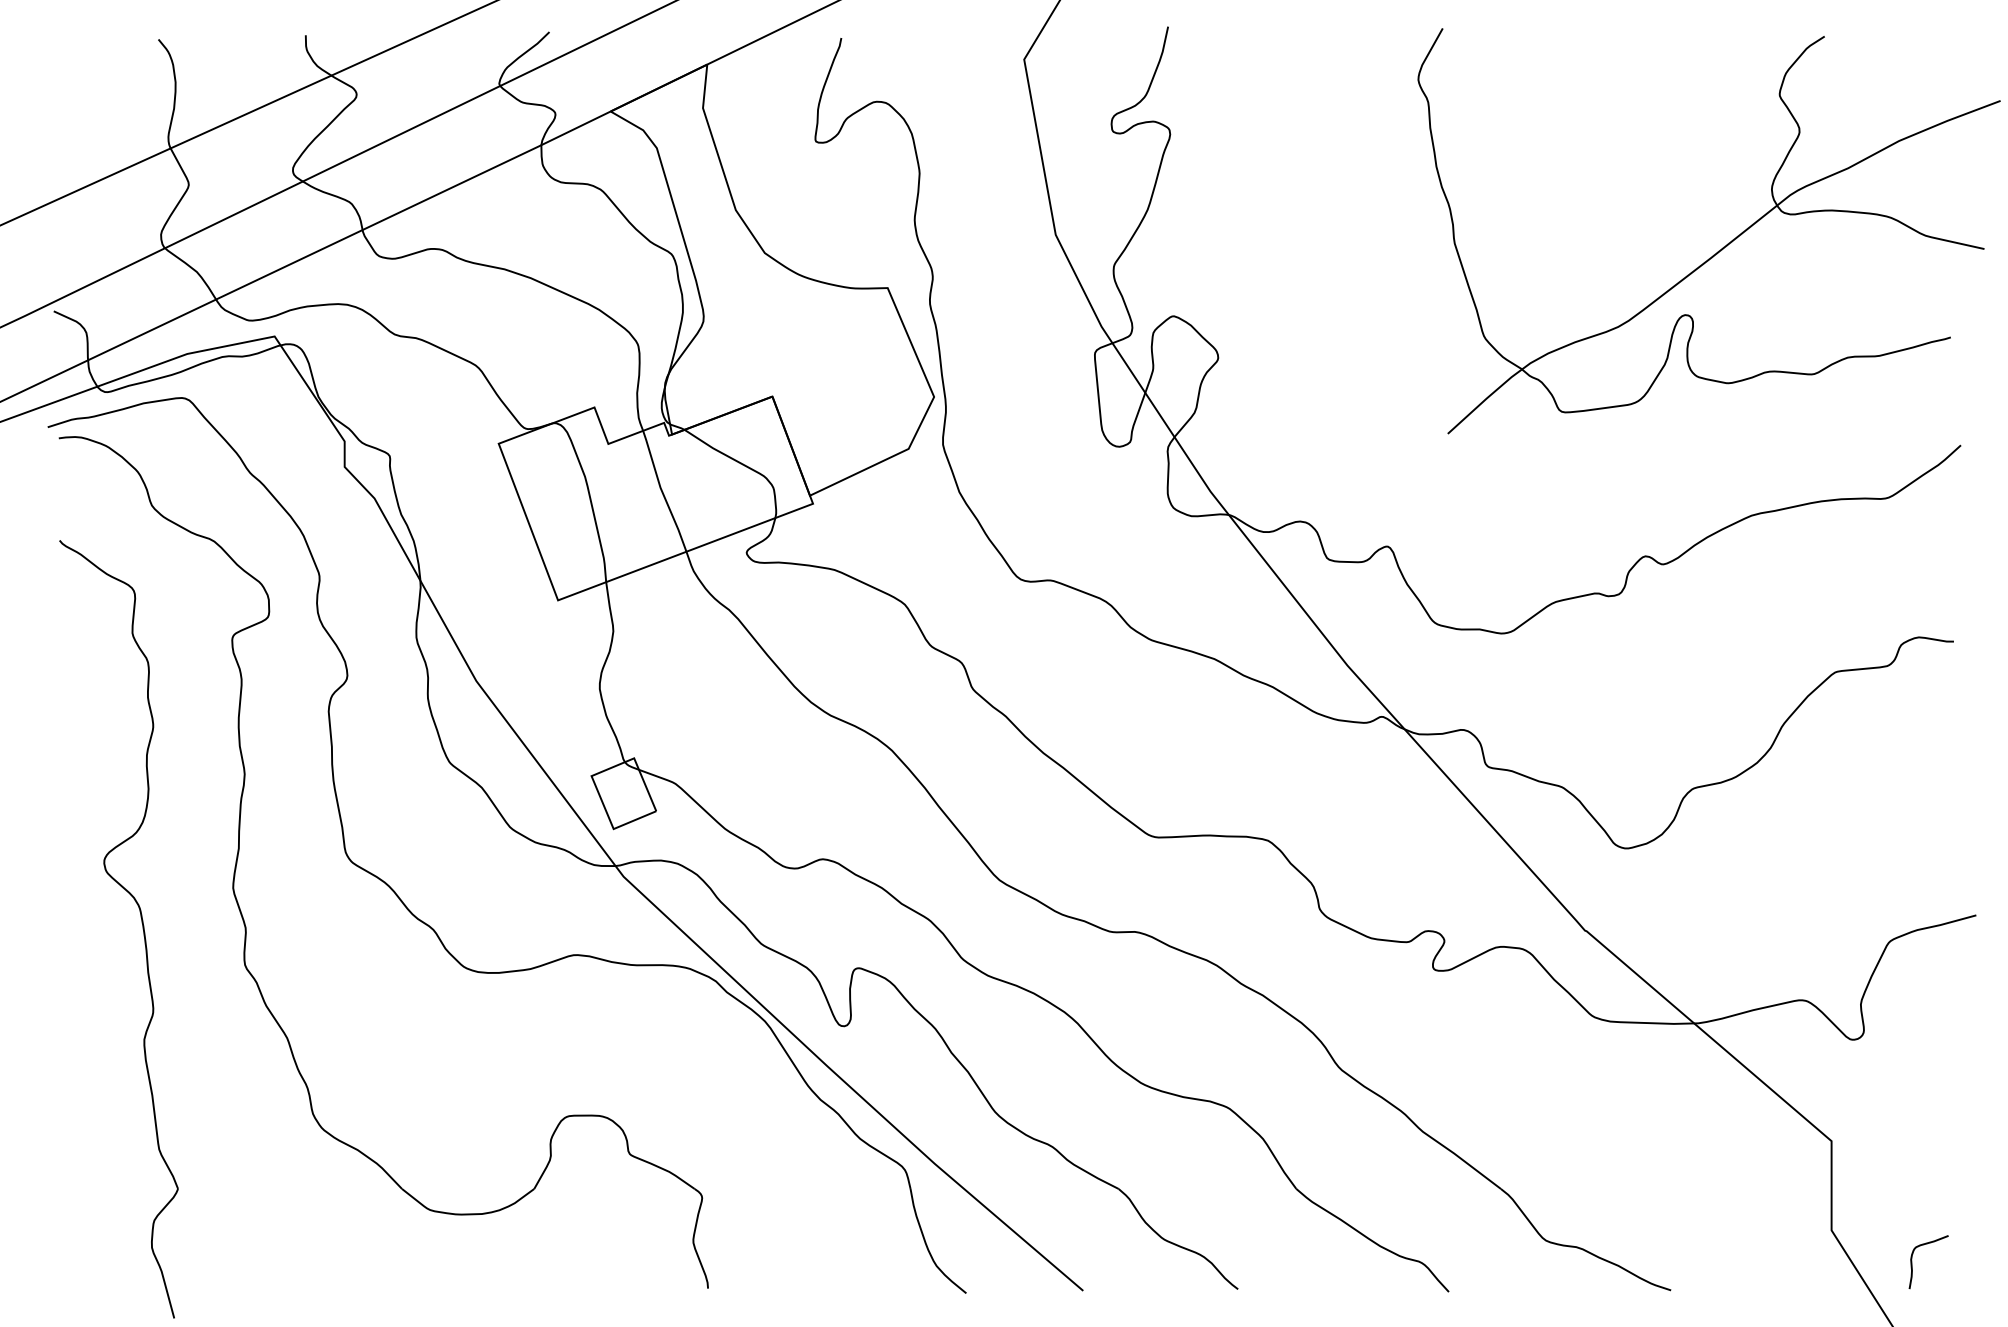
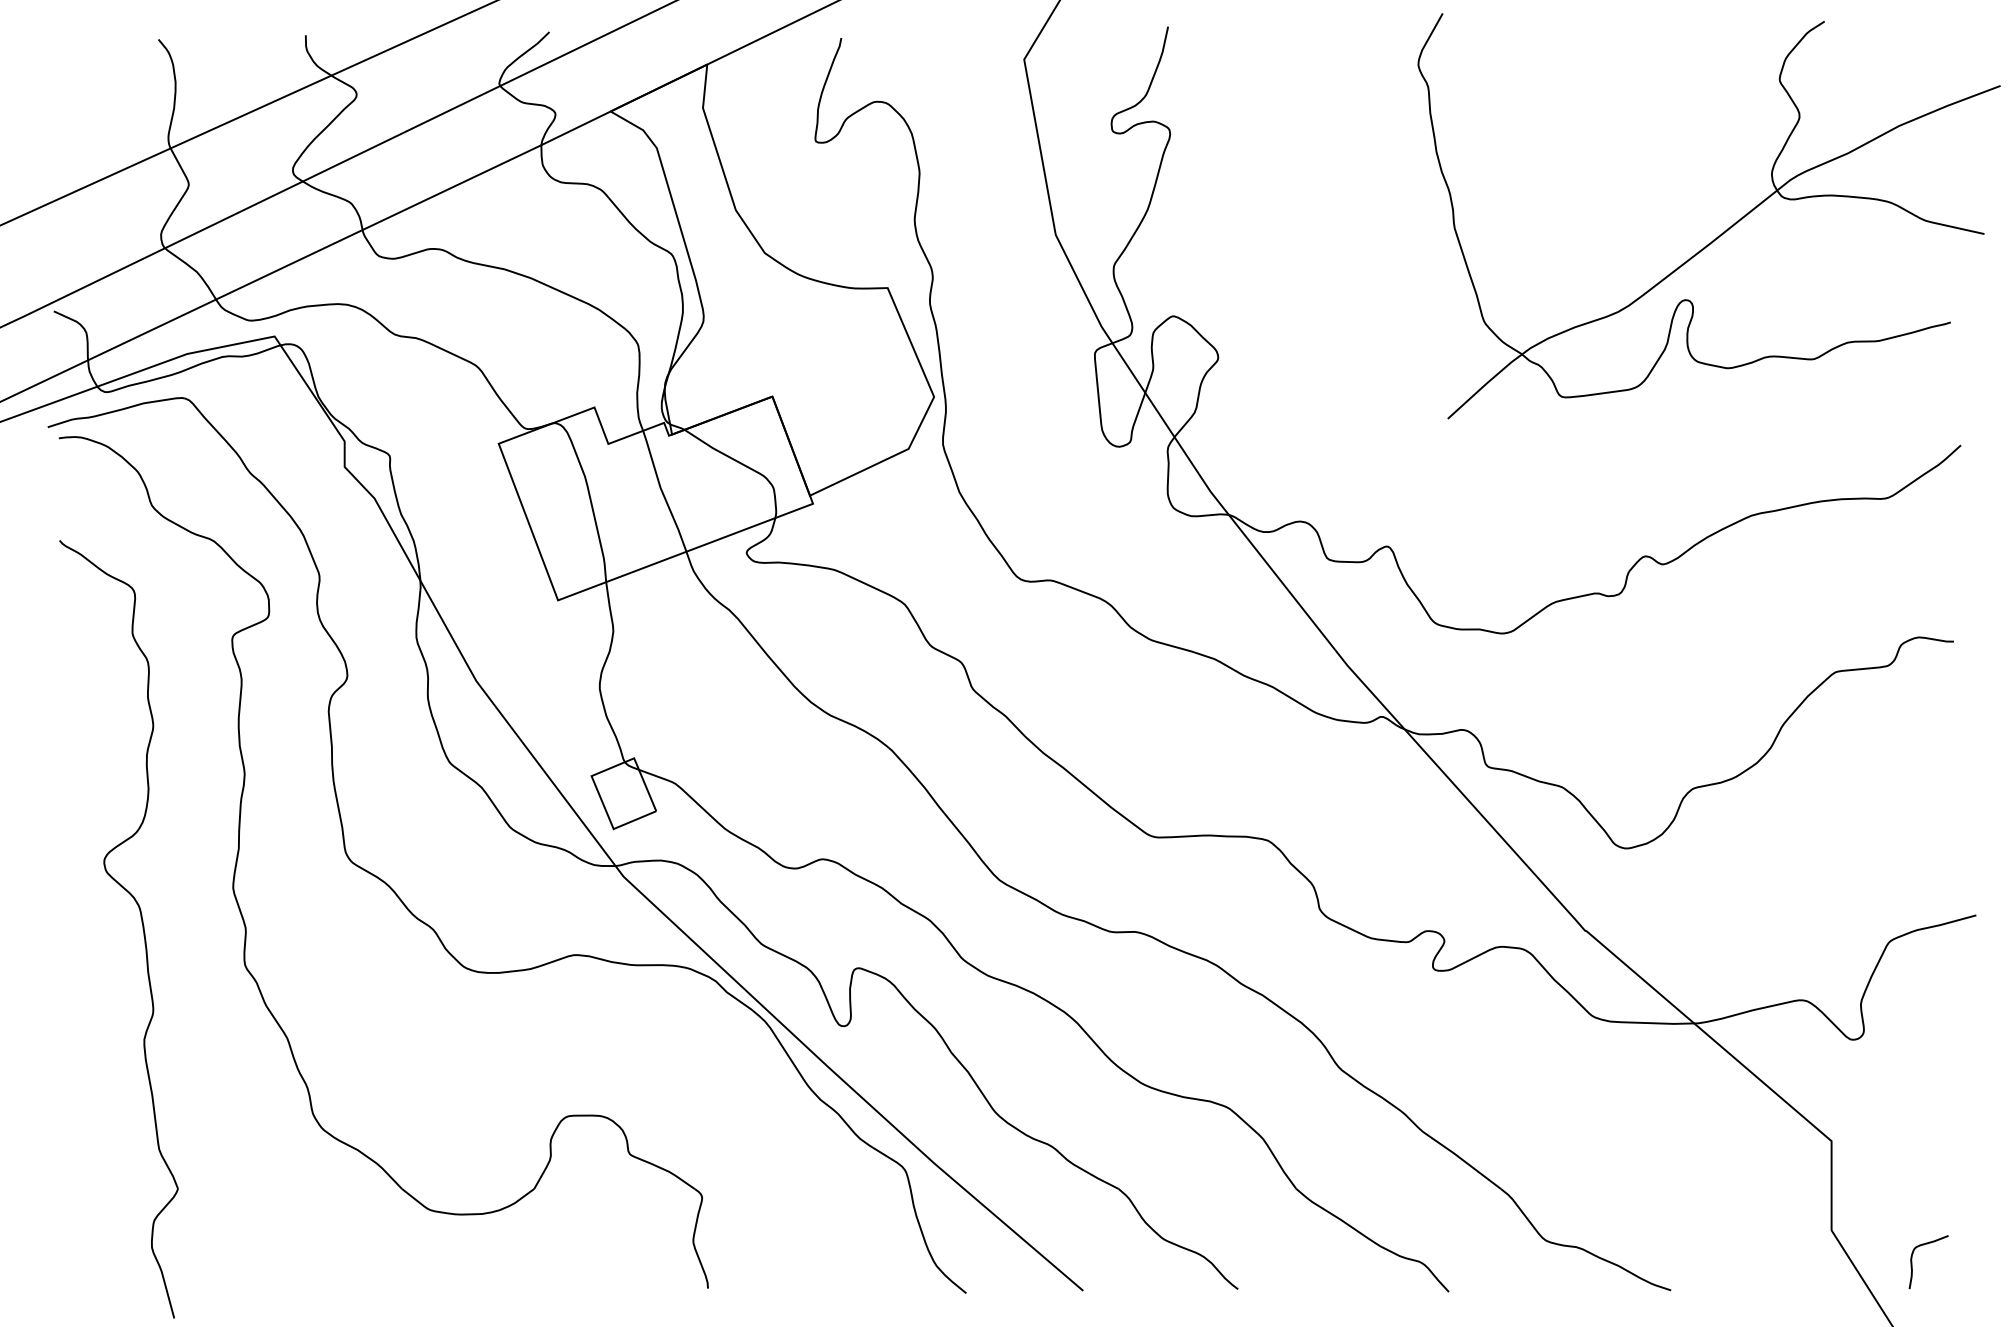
part at (1723, 246) position: (1723, 246) -> (1723, 231)
